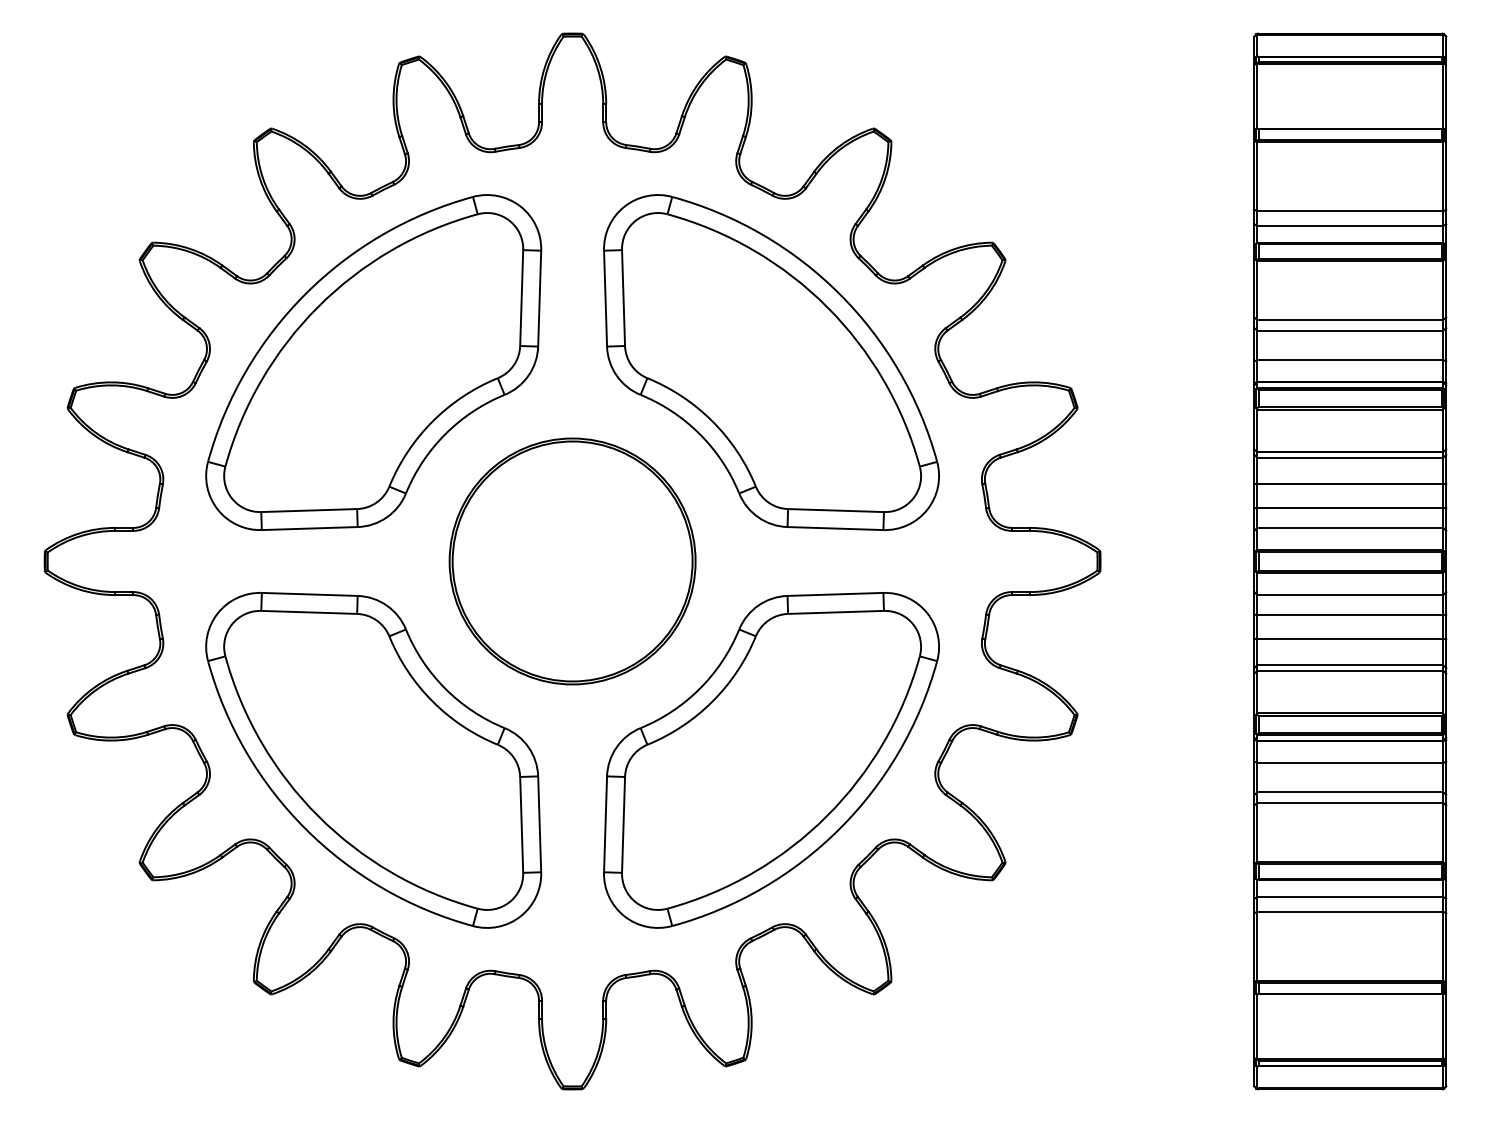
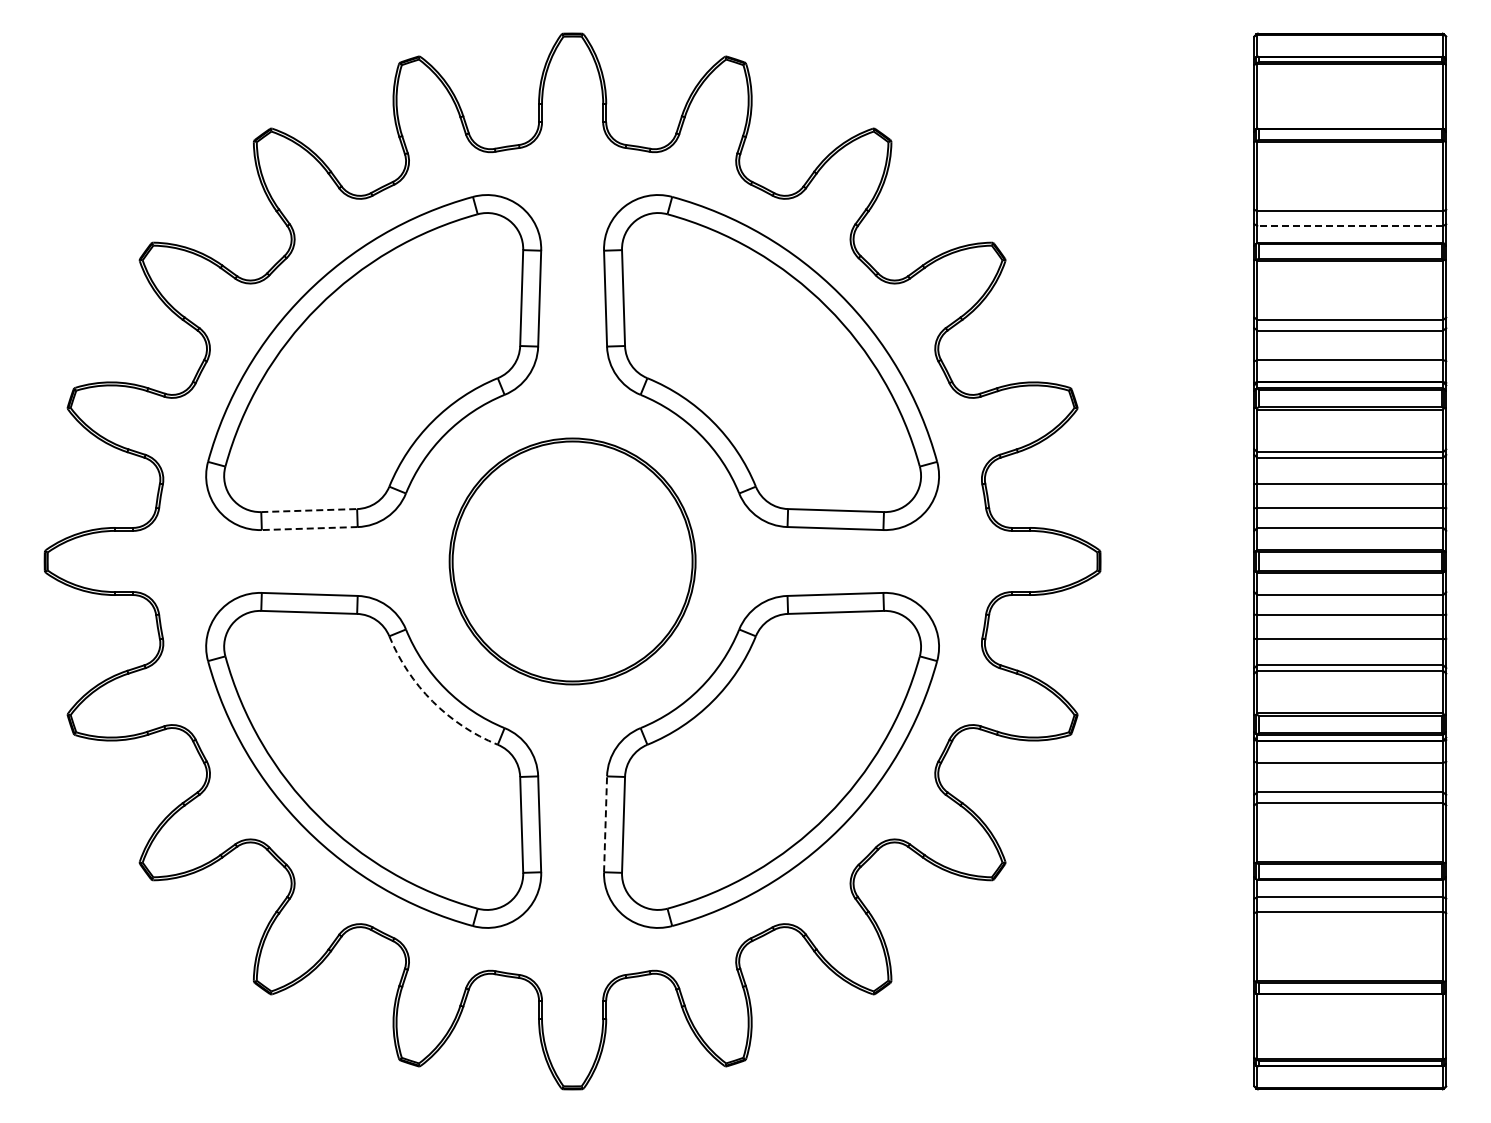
line at (1350, 225): solid -> dashed
line at (309, 510): solid -> dashed
line at (309, 528): solid -> dashed
arc at (432, 701): solid -> dashed
line at (605, 824): solid -> dashed
